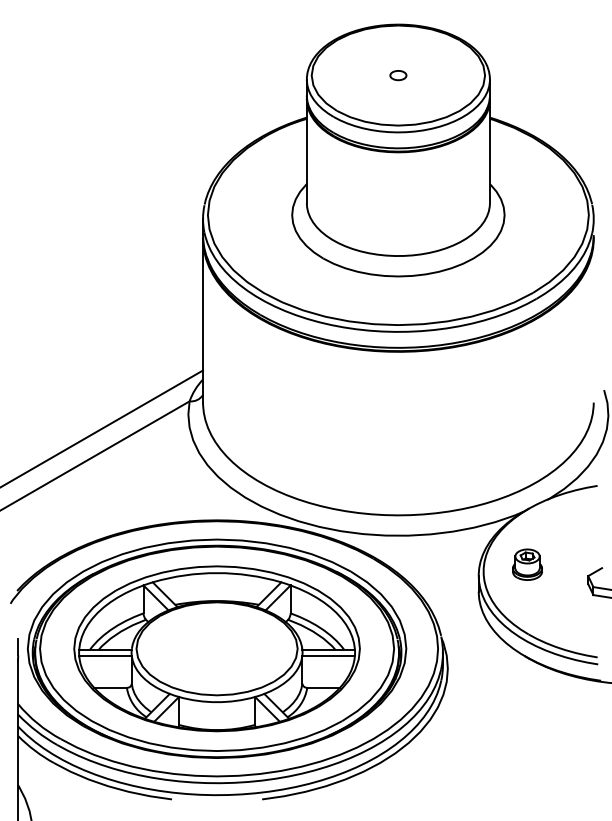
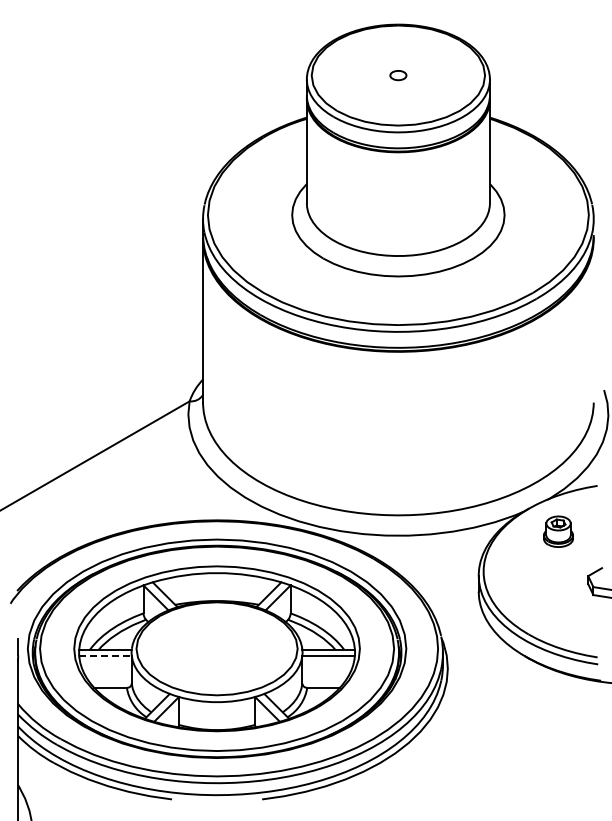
line at (102, 428): present -> none
part at (527, 564) position: (527, 564) -> (558, 531)
line at (105, 655): solid -> dashed
